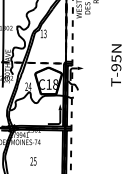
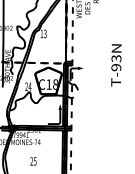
text at (115, 58): T-95N -> T-93N
